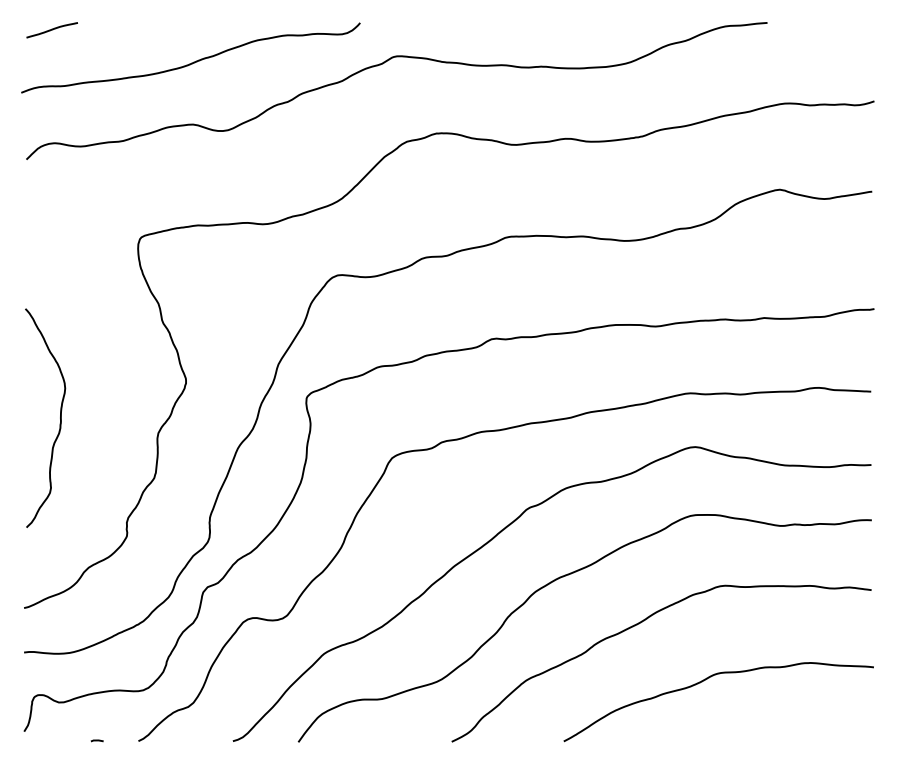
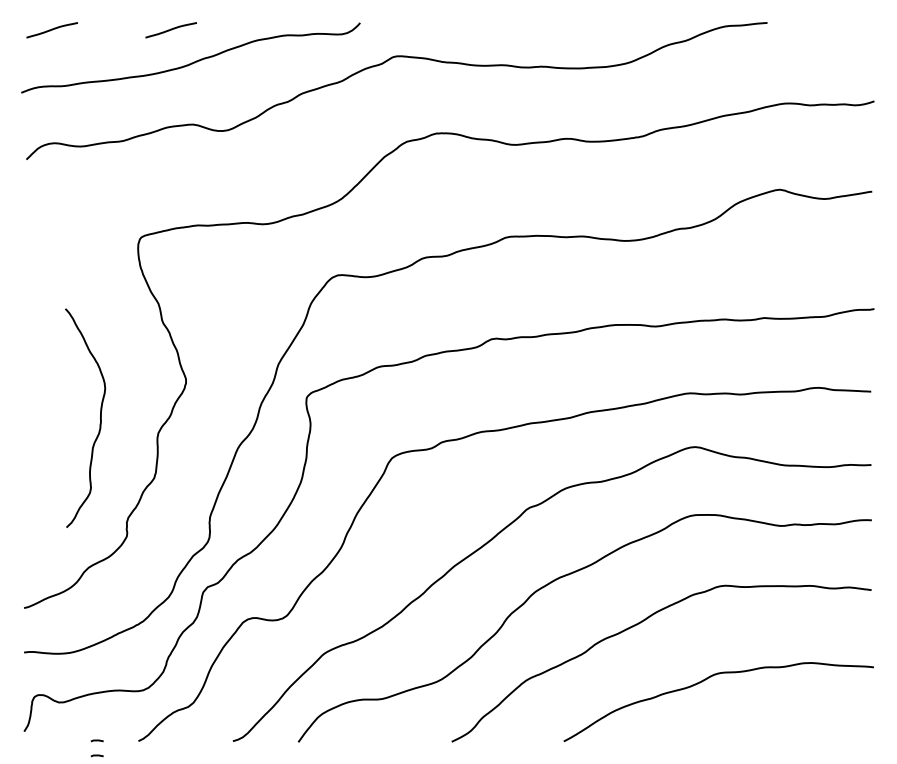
curve at (170, 30): none -> present
curve at (60, 417) position: (60, 417) -> (100, 417)
line at (96, 755): none -> present
